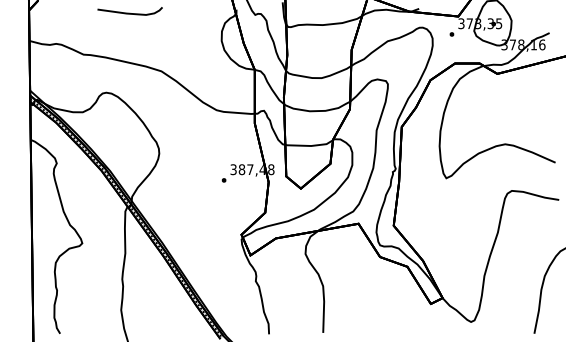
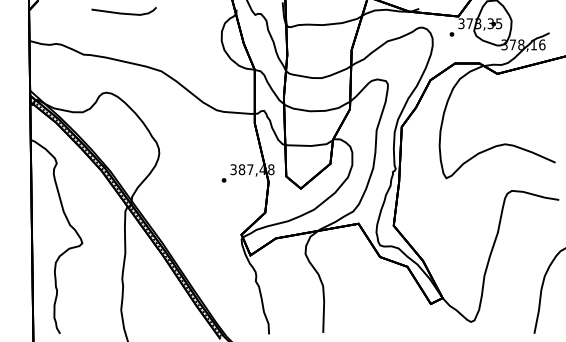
curve at (129, 12) position: (129, 12) -> (123, 12)
